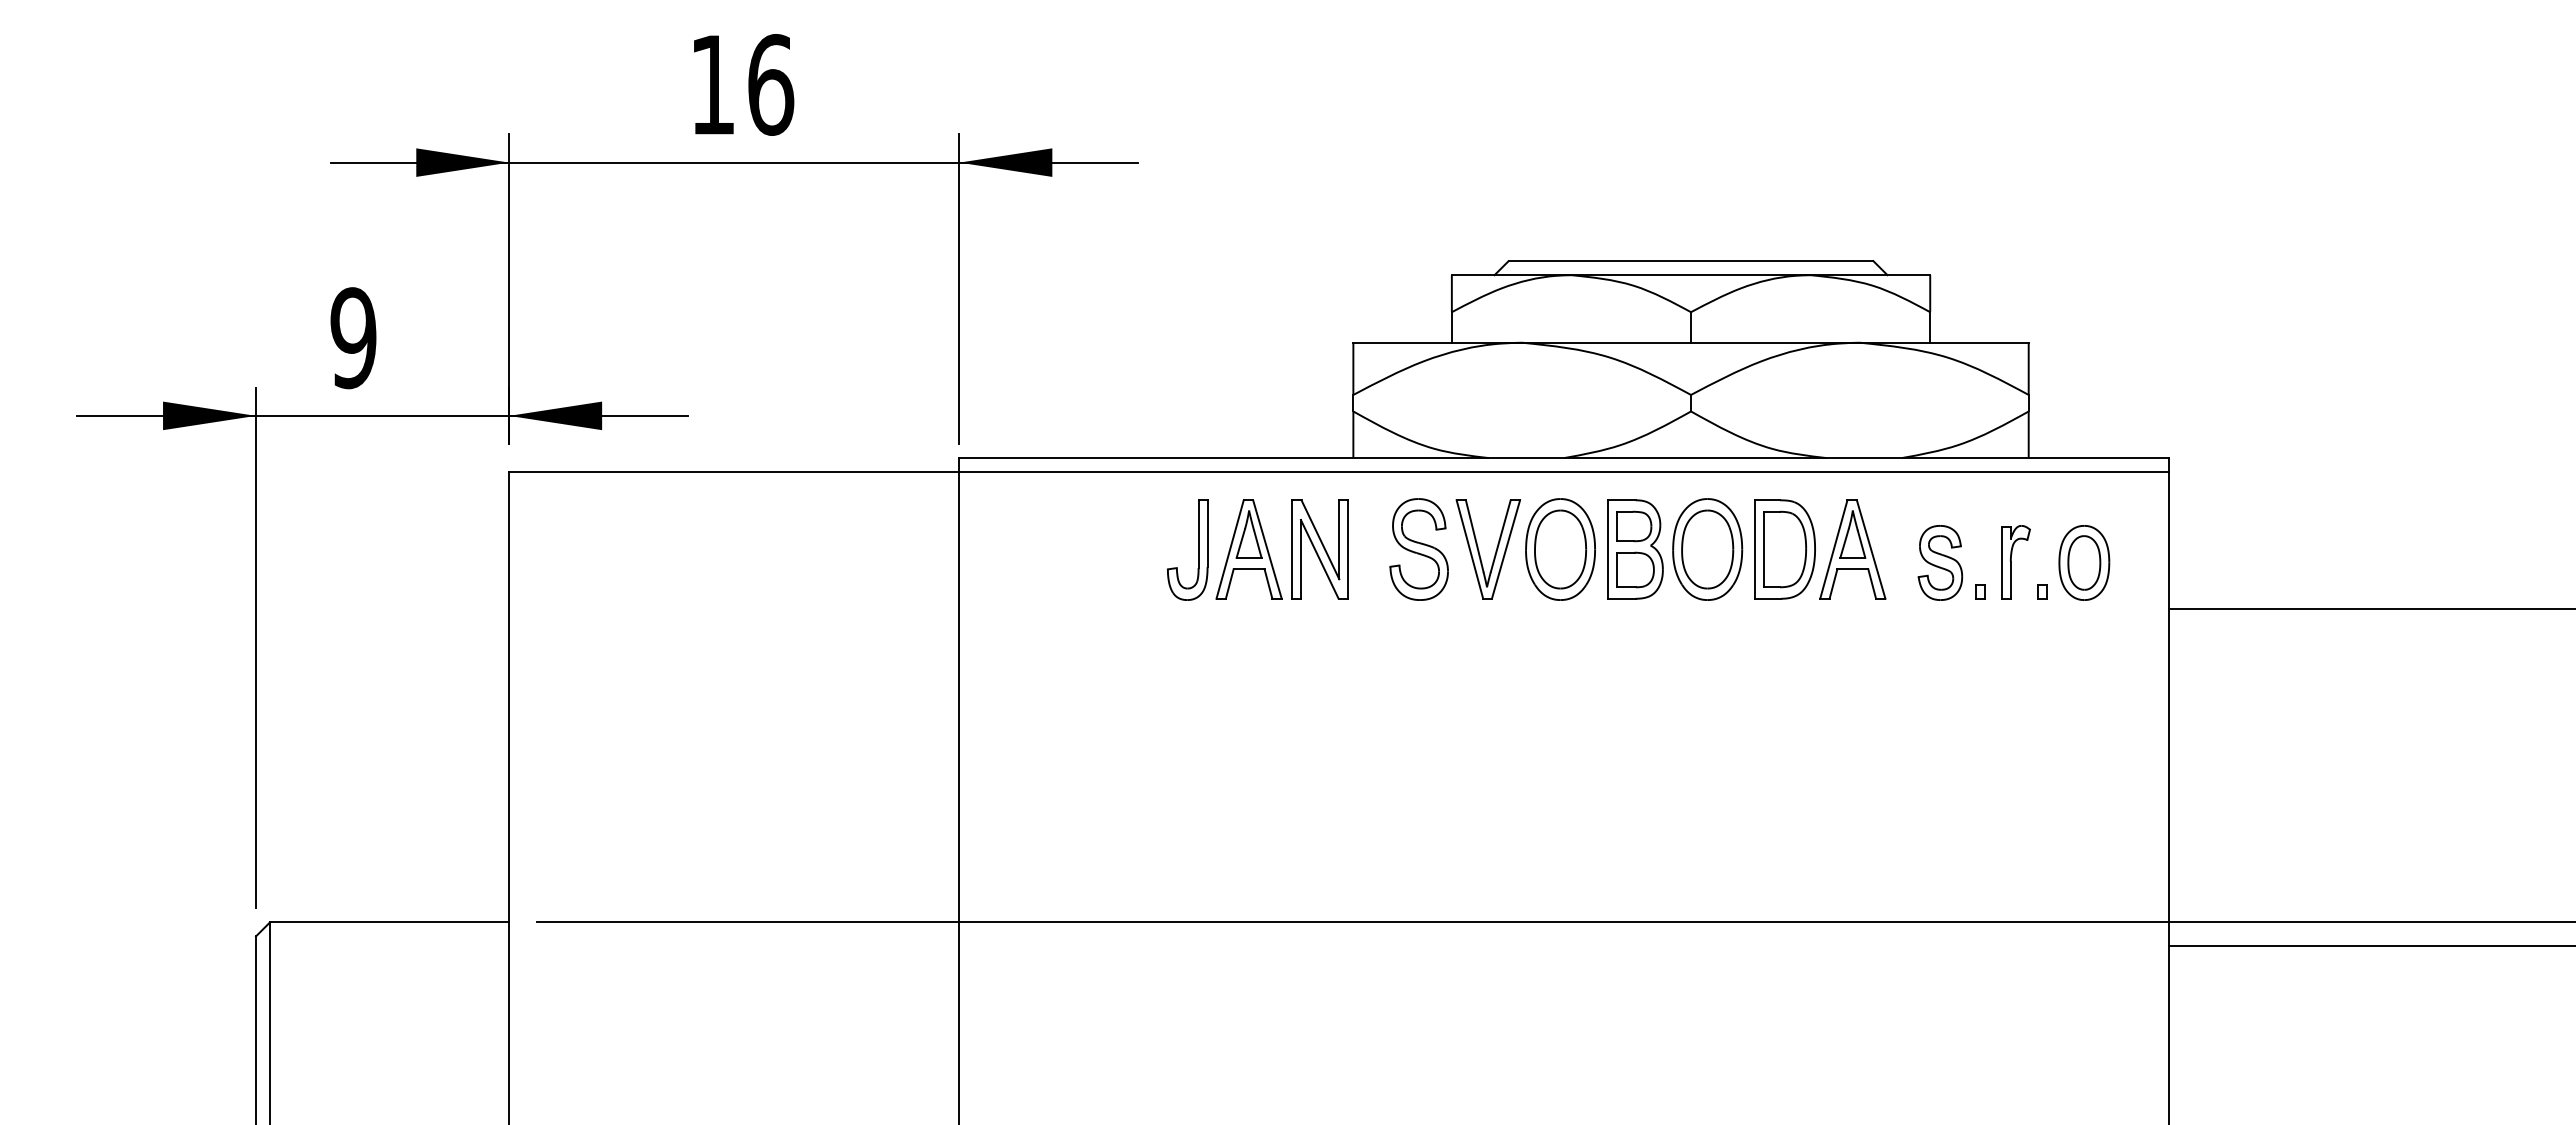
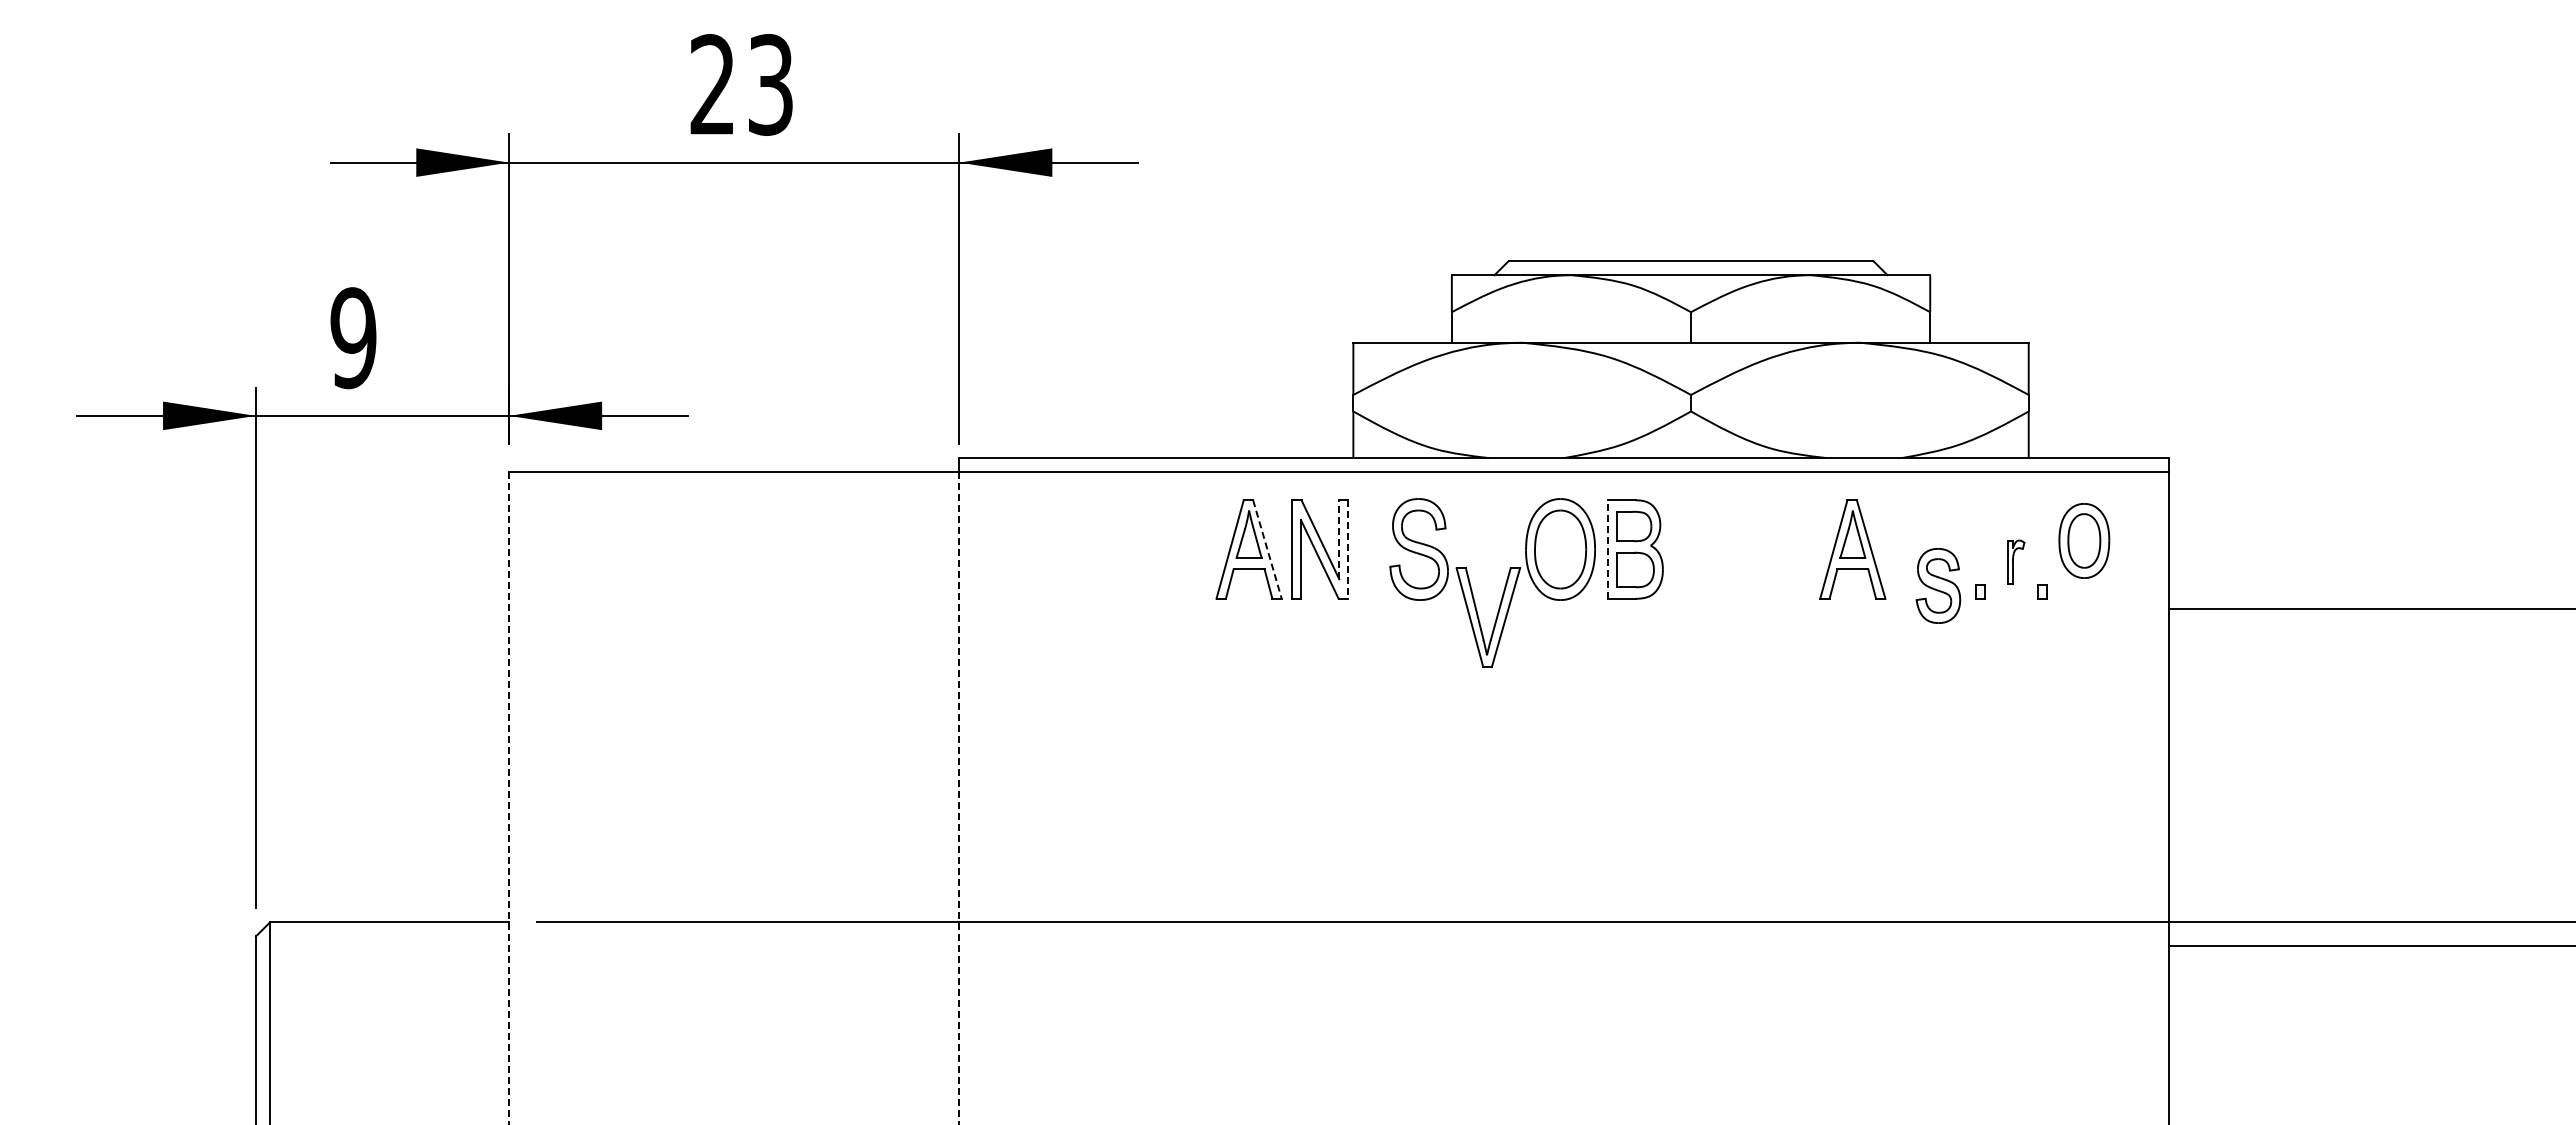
text at (742, 84): 16 -> 23
line at (1339, 539): solid -> dashed
part at (1198, 549): present -> none
line at (1607, 549): solid -> dashed
part at (1707, 549): present -> none
part at (1784, 549): present -> none
line at (1267, 550): solid -> dashed
line at (1348, 550): solid -> dashed
part at (1479, 550) position: (1479, 550) -> (1479, 618)
part at (1940, 562) position: (1940, 562) -> (1938, 585)
part at (2015, 562) size: 30x75 px -> 19x46 px
part at (2084, 562) position: (2084, 562) -> (2084, 540)
line at (509, 797): solid -> dashed
line at (959, 799): solid -> dashed
